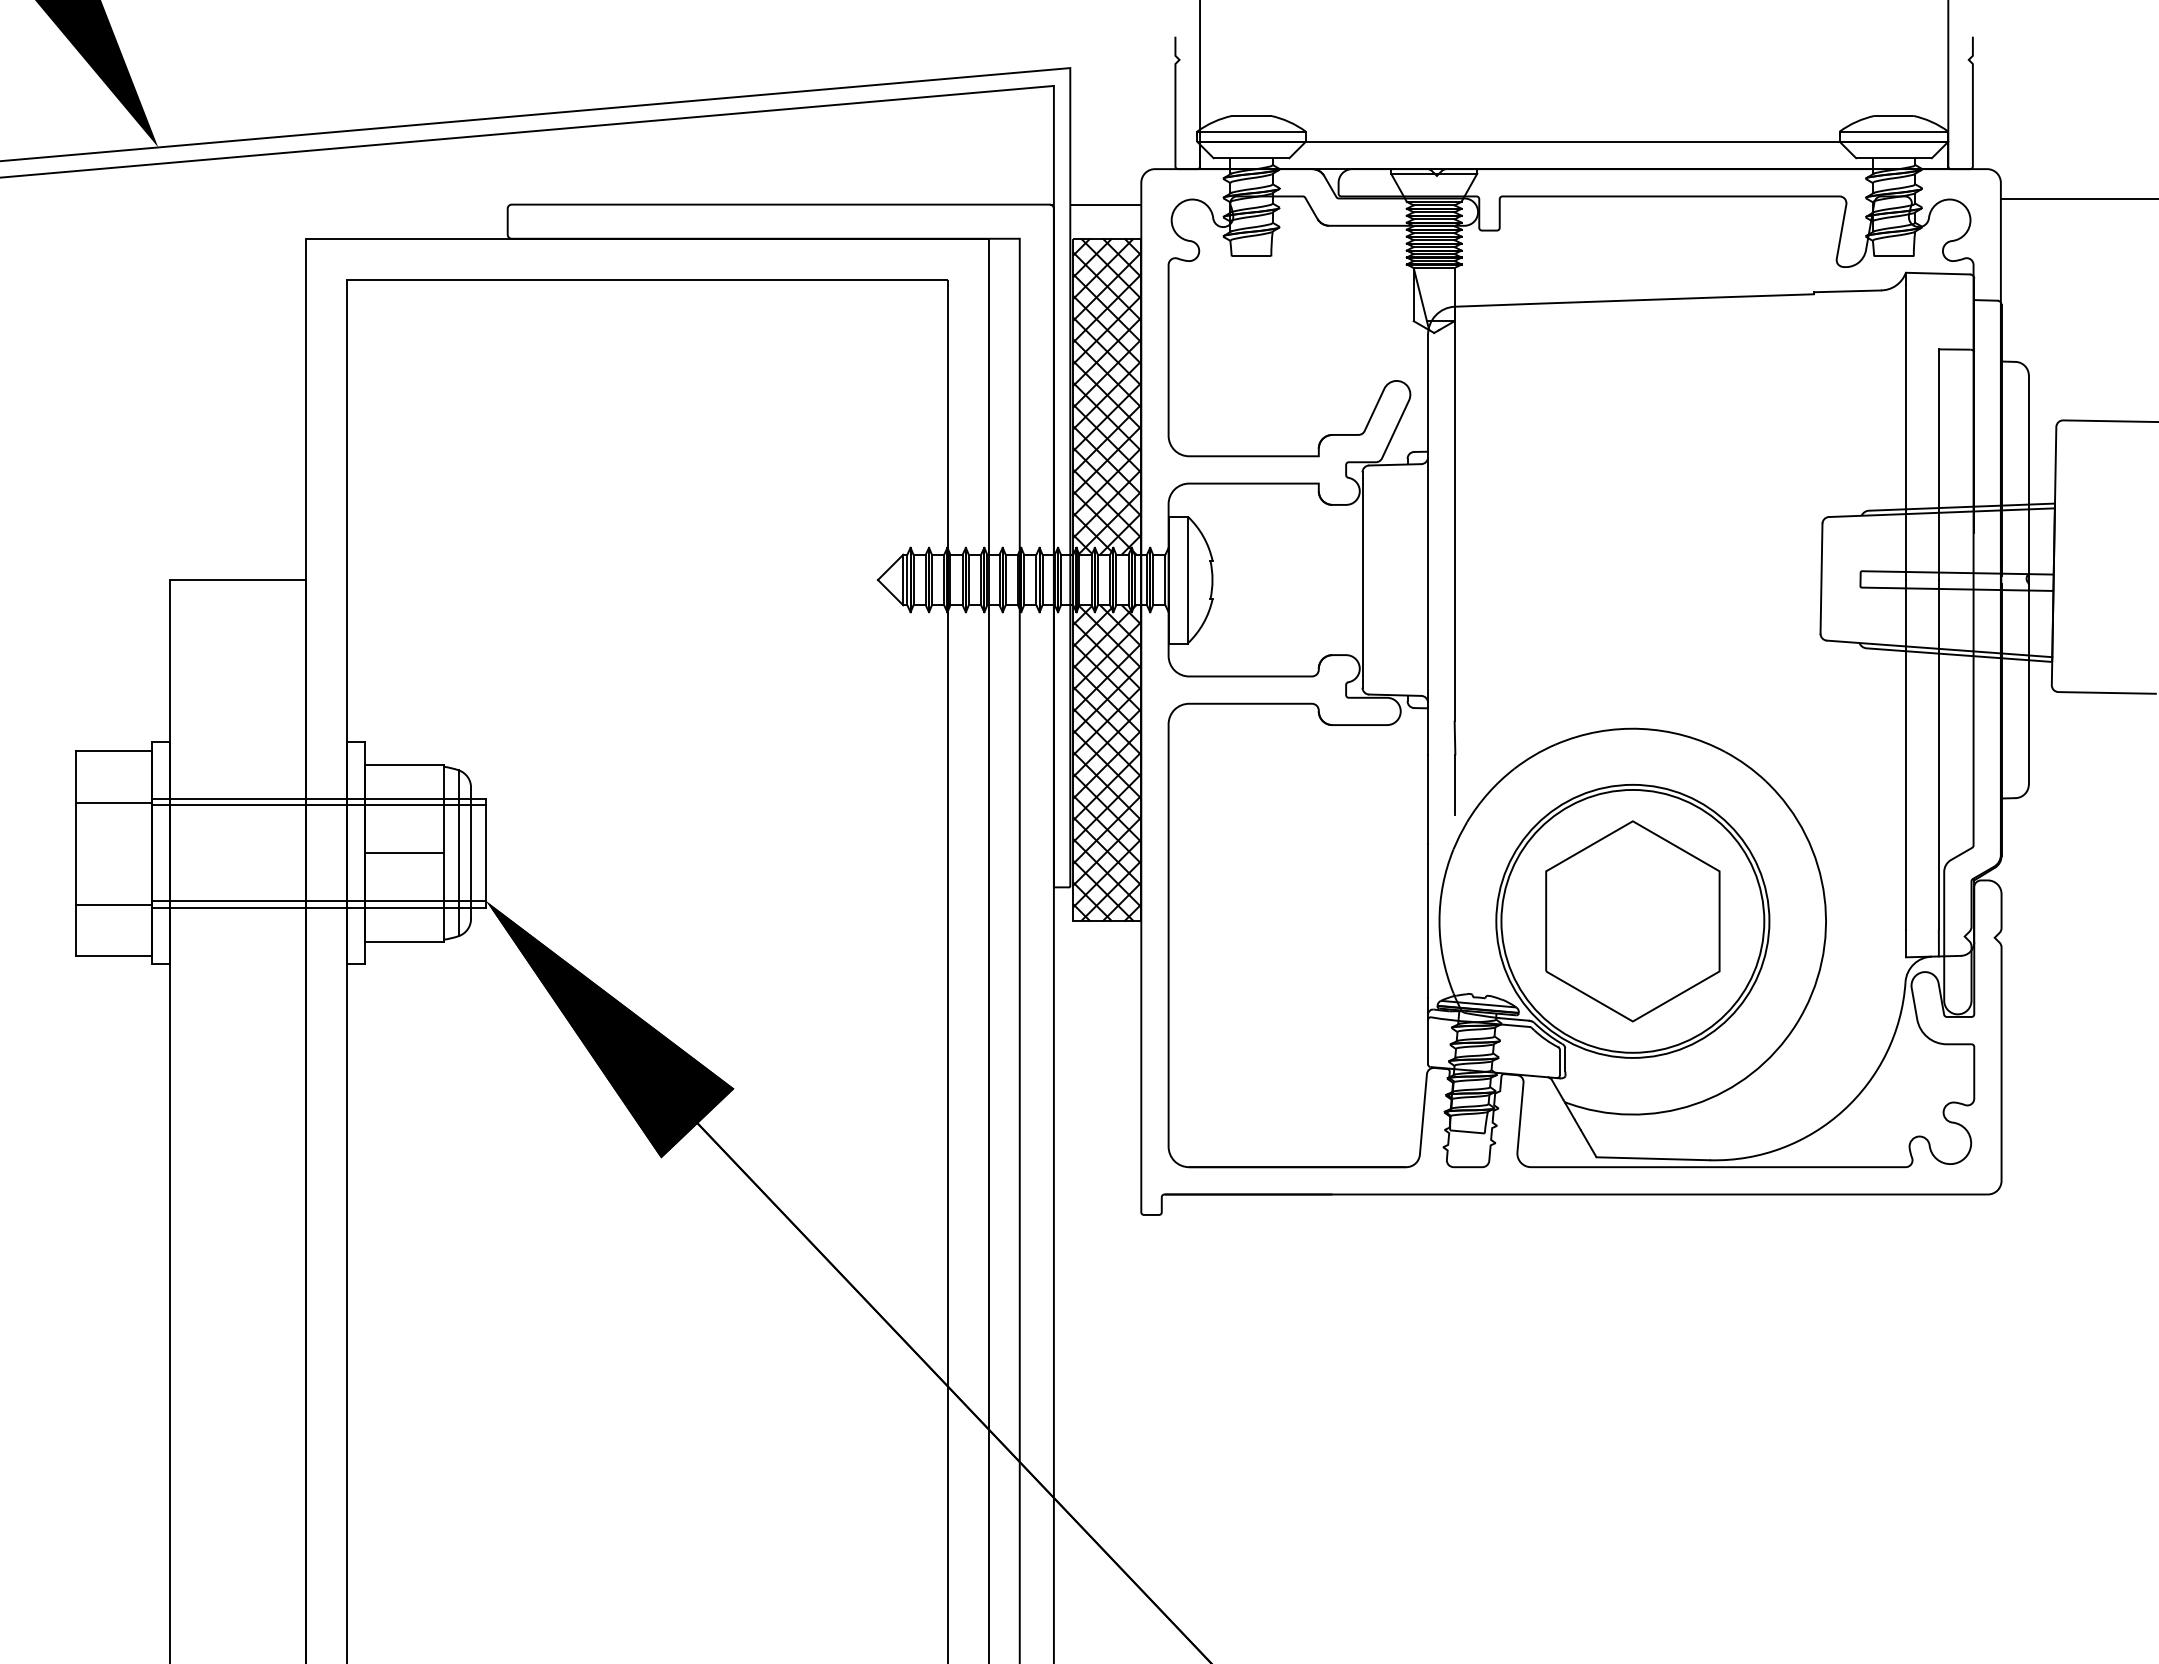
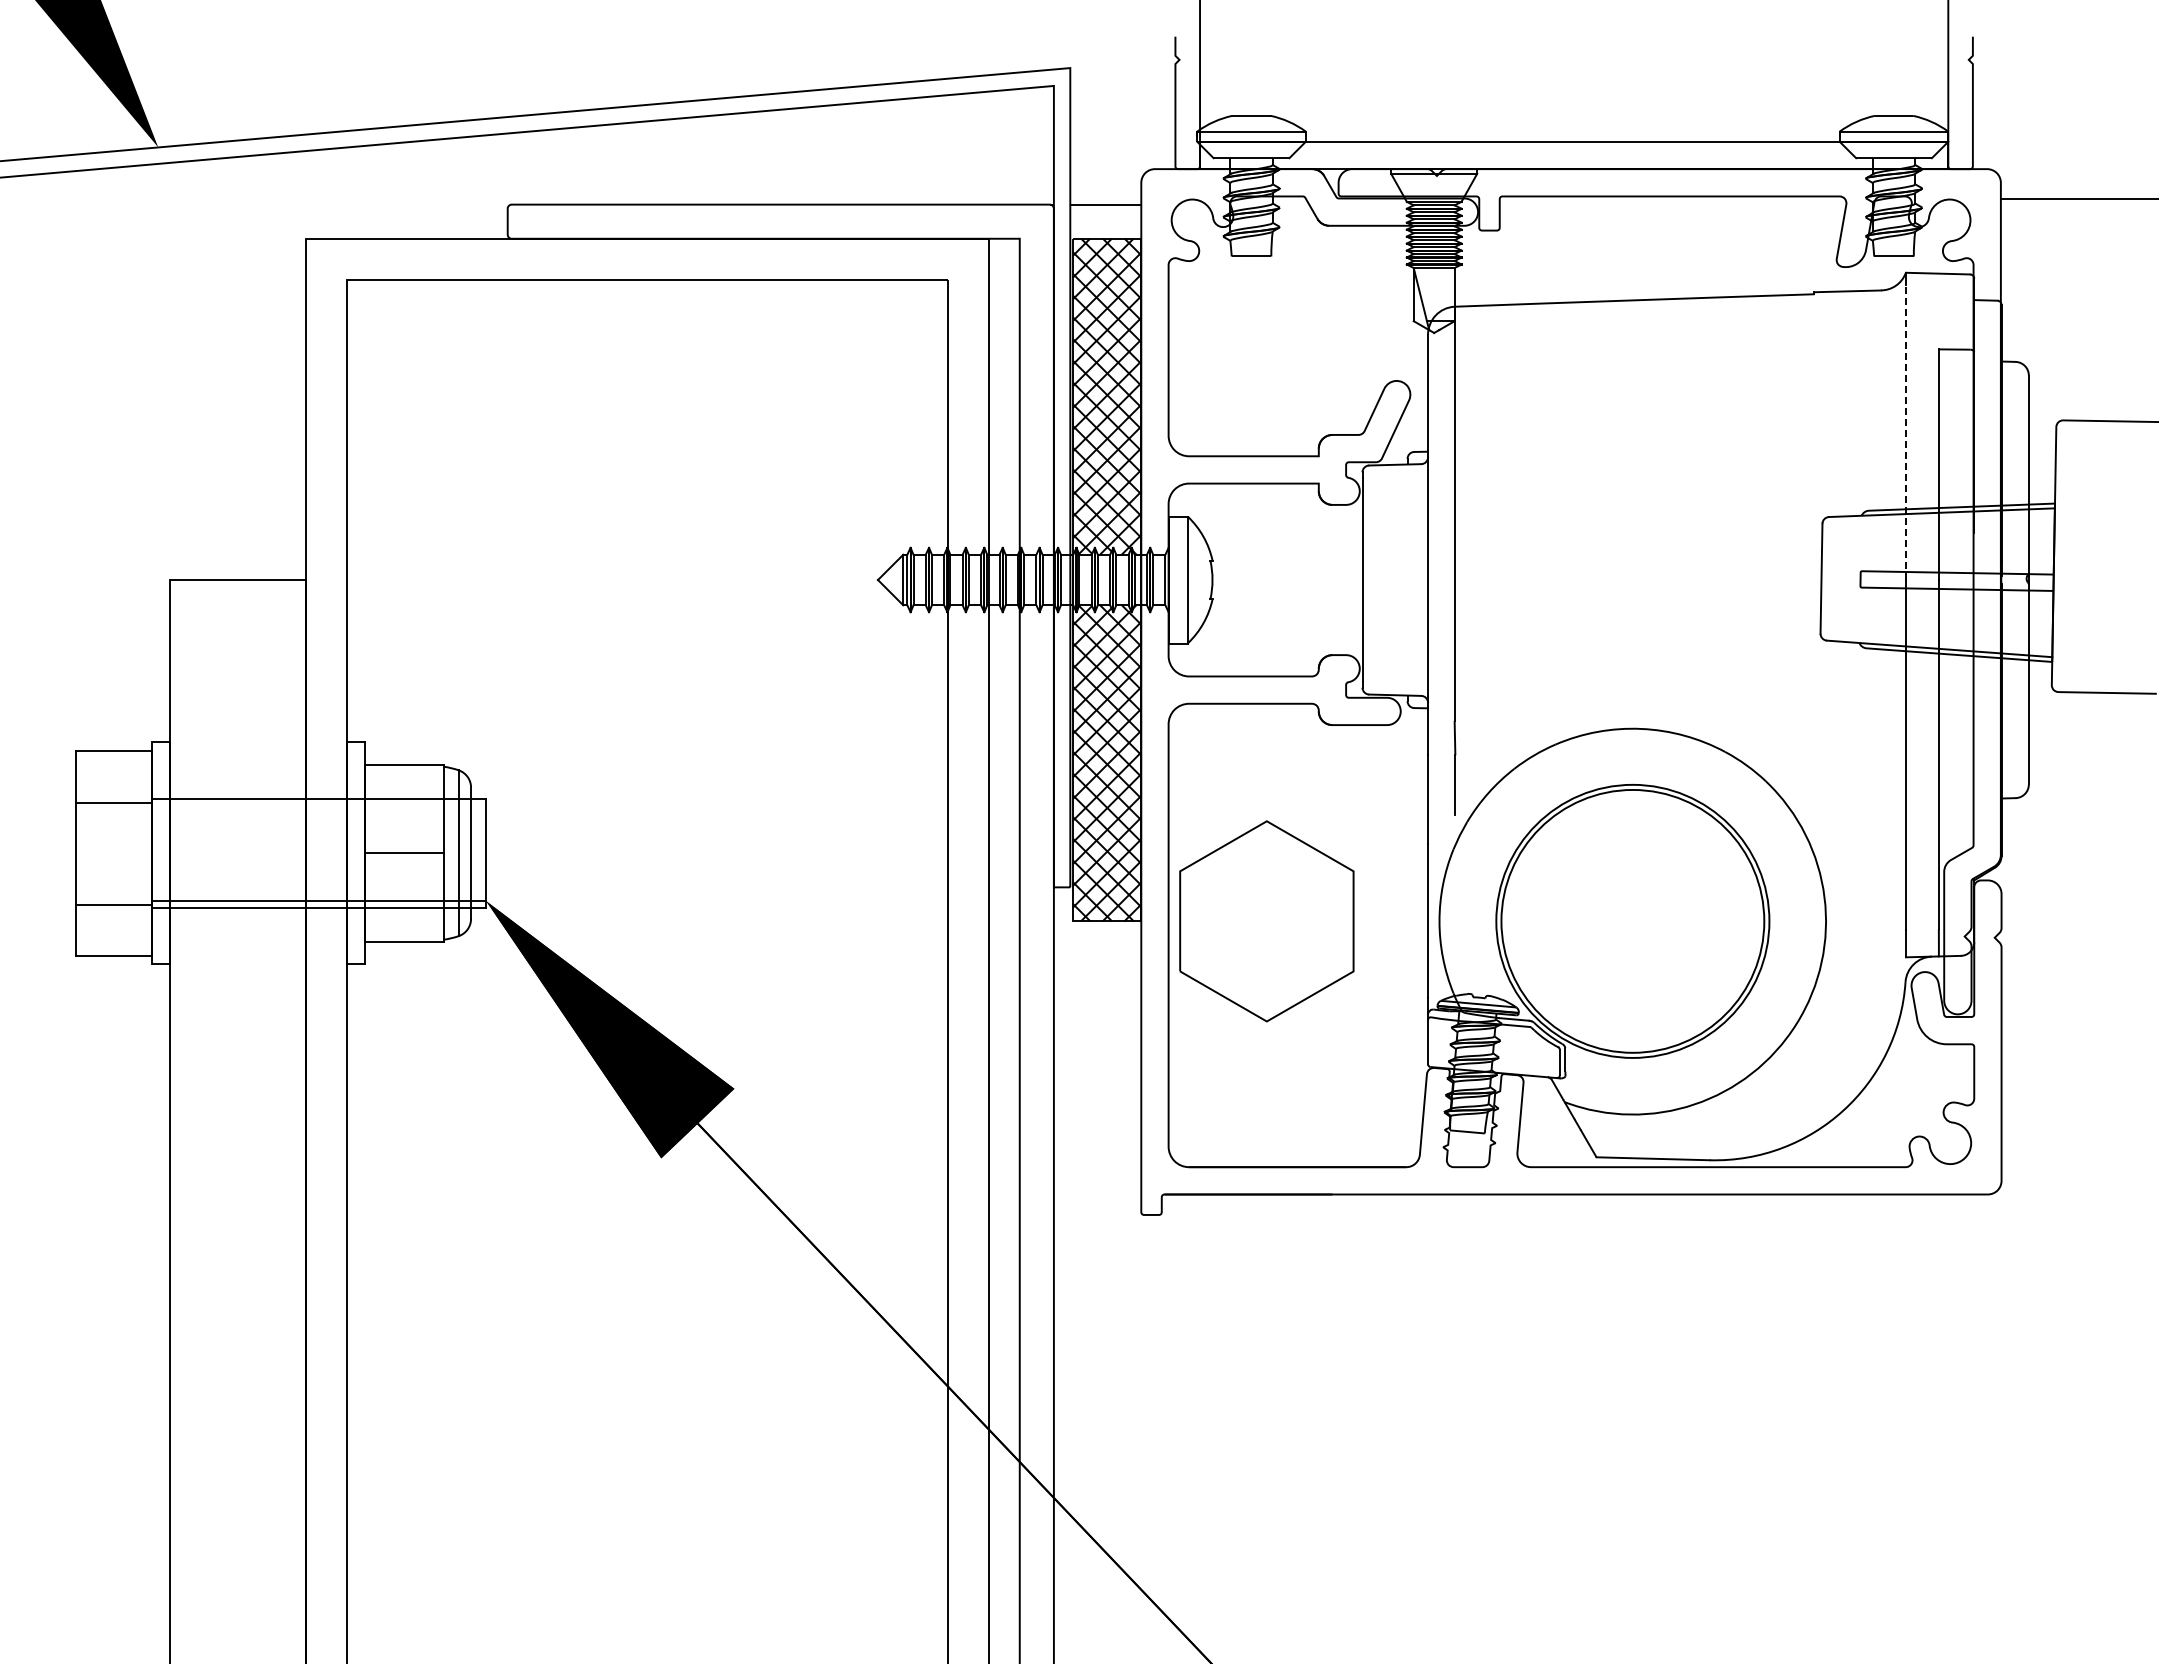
line at (1905, 432): solid -> dashed
line at (318, 805): present -> none
part at (1632, 921) position: (1632, 921) -> (1266, 921)
